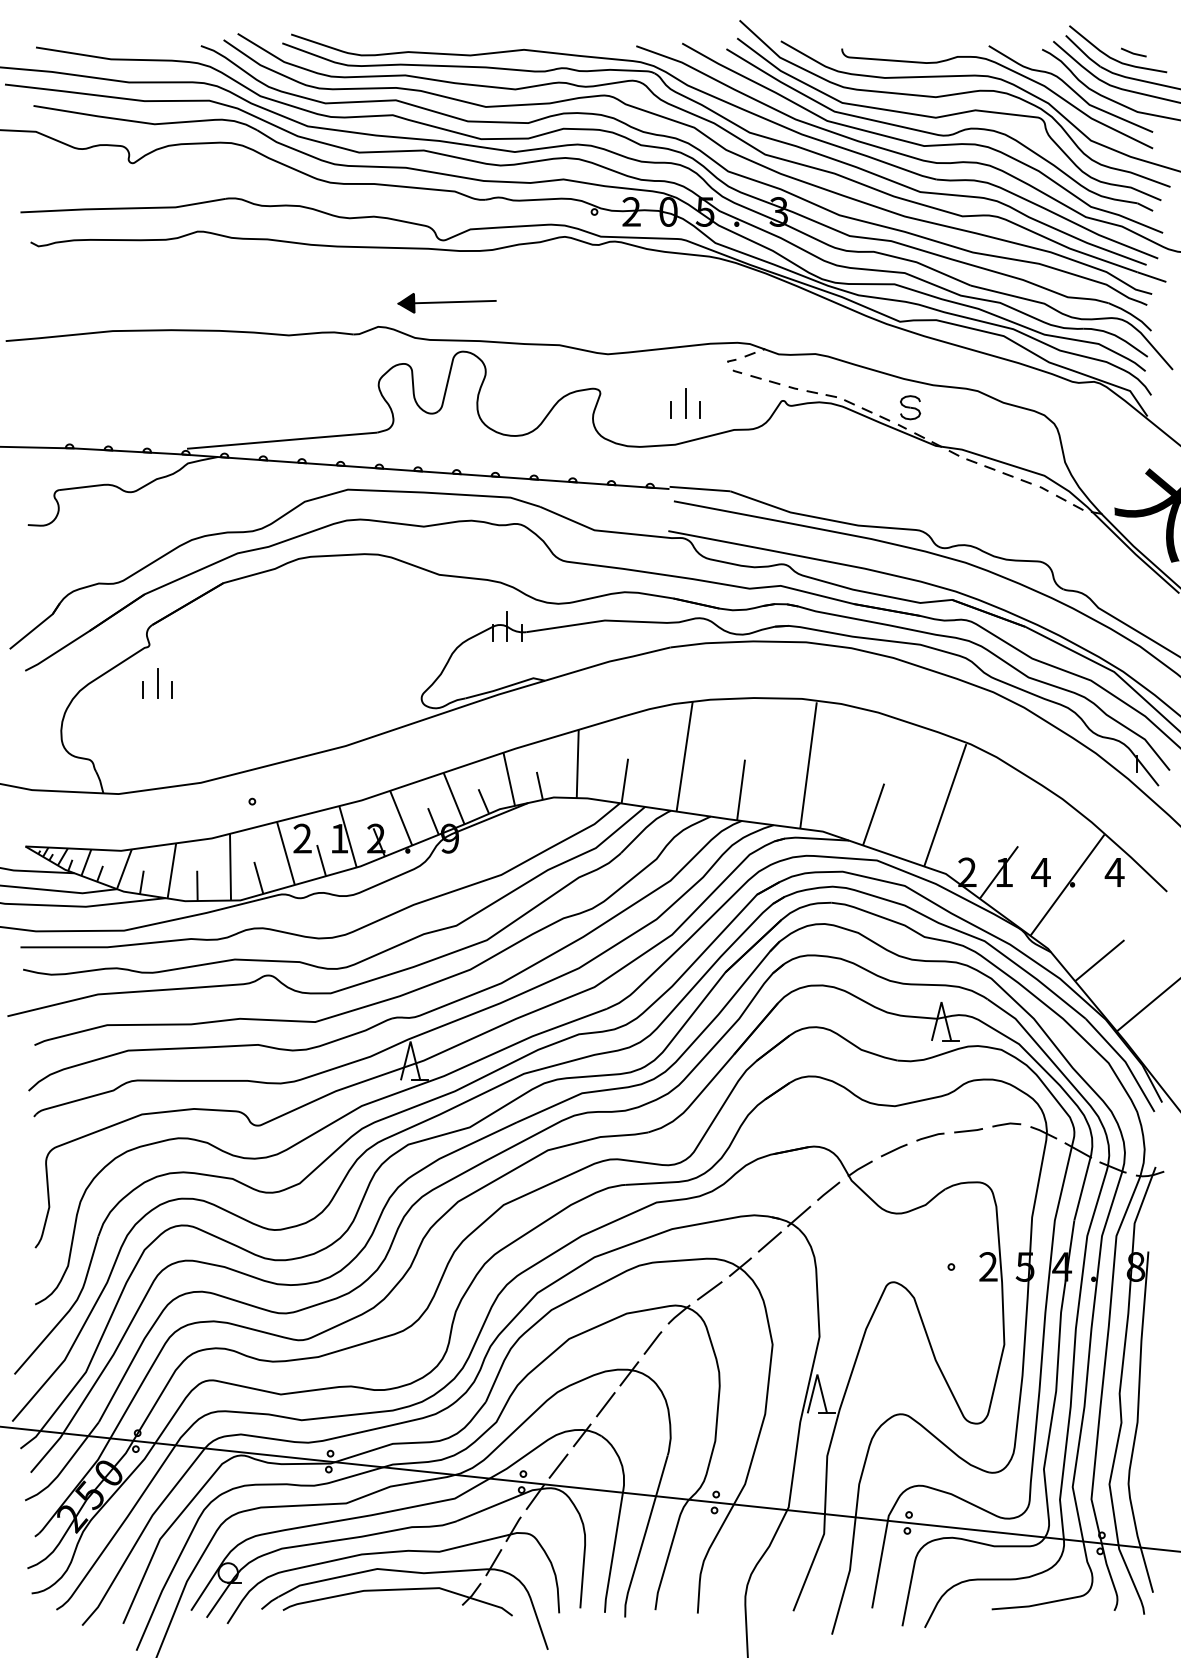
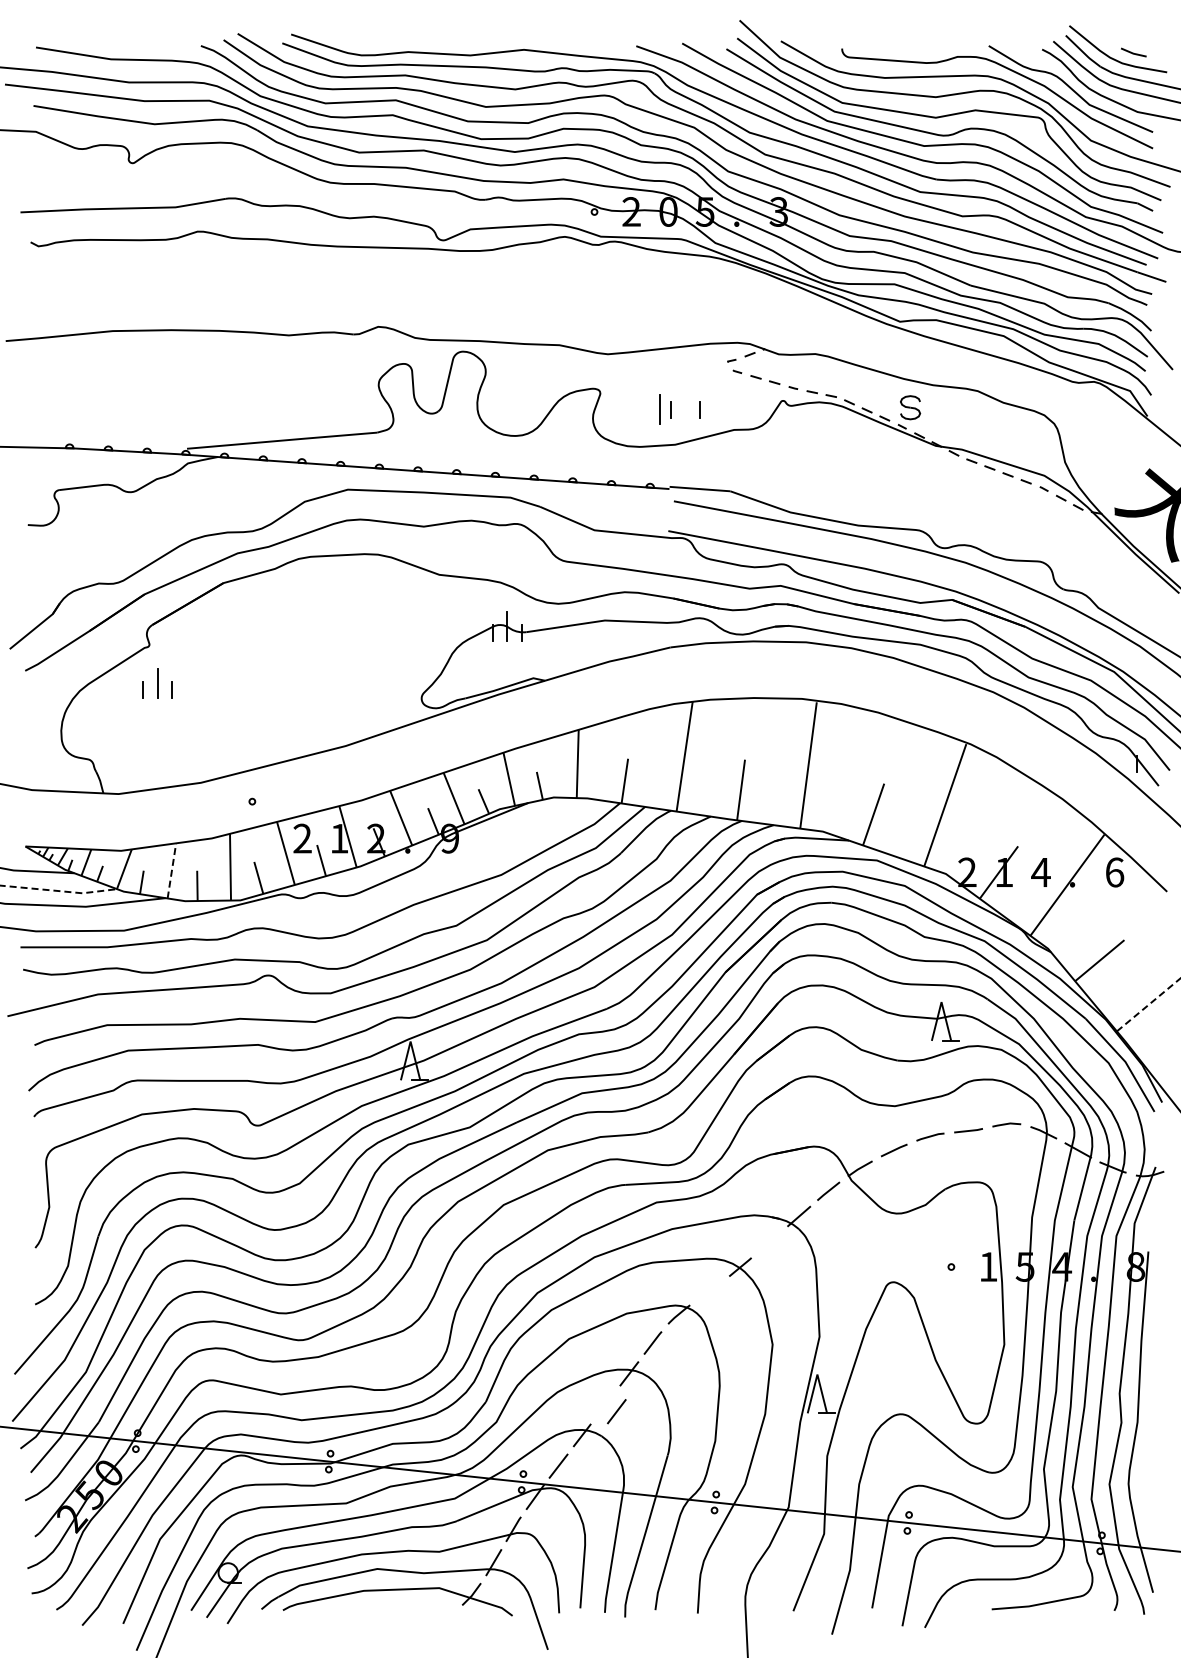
part at (446, 303): present -> none
line at (685, 403) position: (685, 403) -> (659, 409)
line at (171, 870): solid -> dashed
text at (1114, 872): 4 -> 6
line at (59, 891): solid -> dashed
line at (1149, 1004): solid -> dashed
line at (769, 1241): present -> none
text at (988, 1266): 2 -> 1
line at (709, 1290): present -> none
line at (605, 1404) position: (605, 1404) -> (616, 1411)
